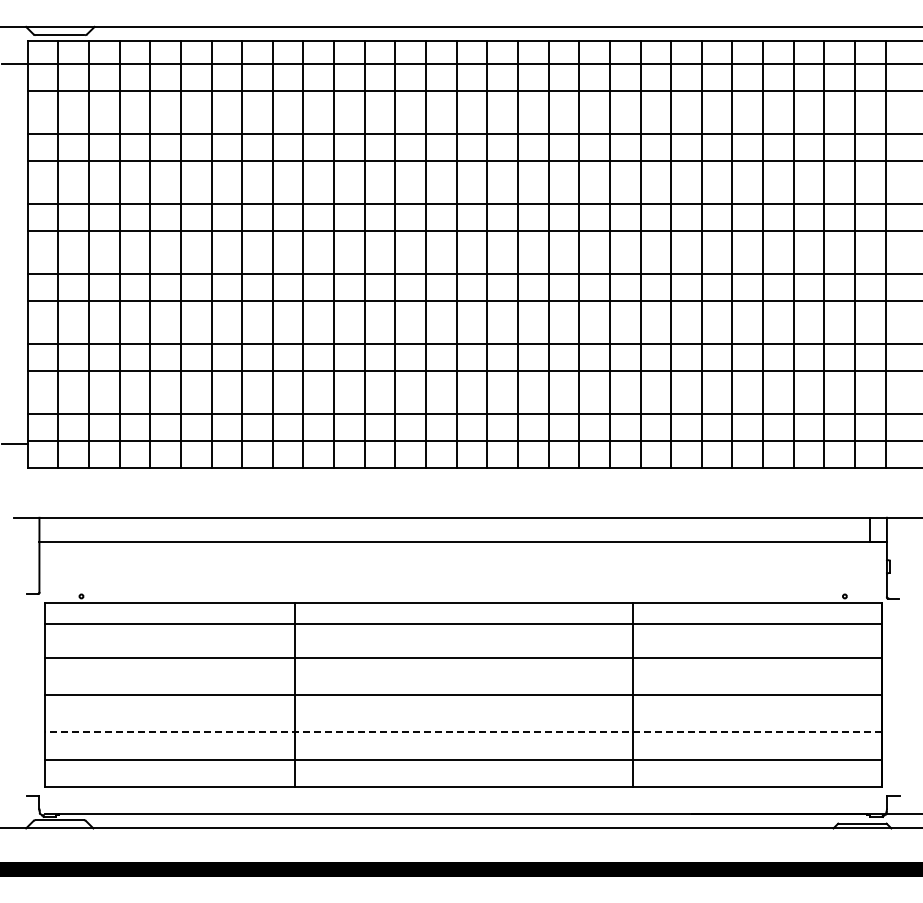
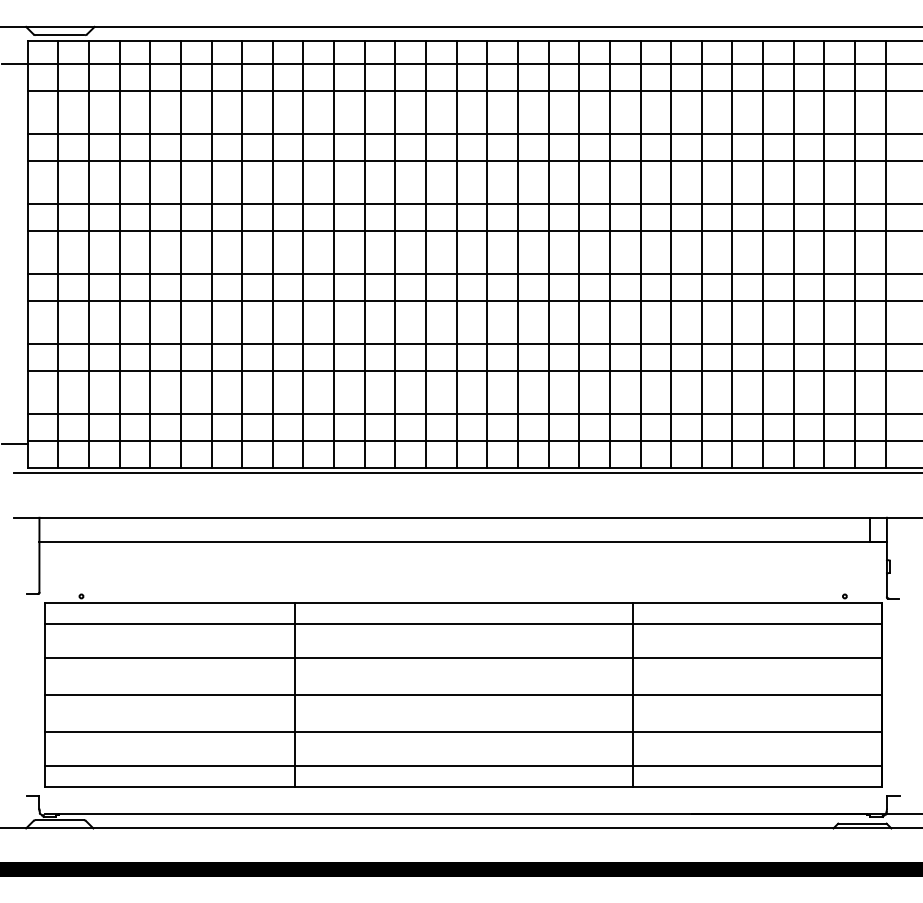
line at (466, 472): none -> present
line at (463, 731): dashed -> solid
line at (462, 759) position: (462, 759) -> (462, 765)
